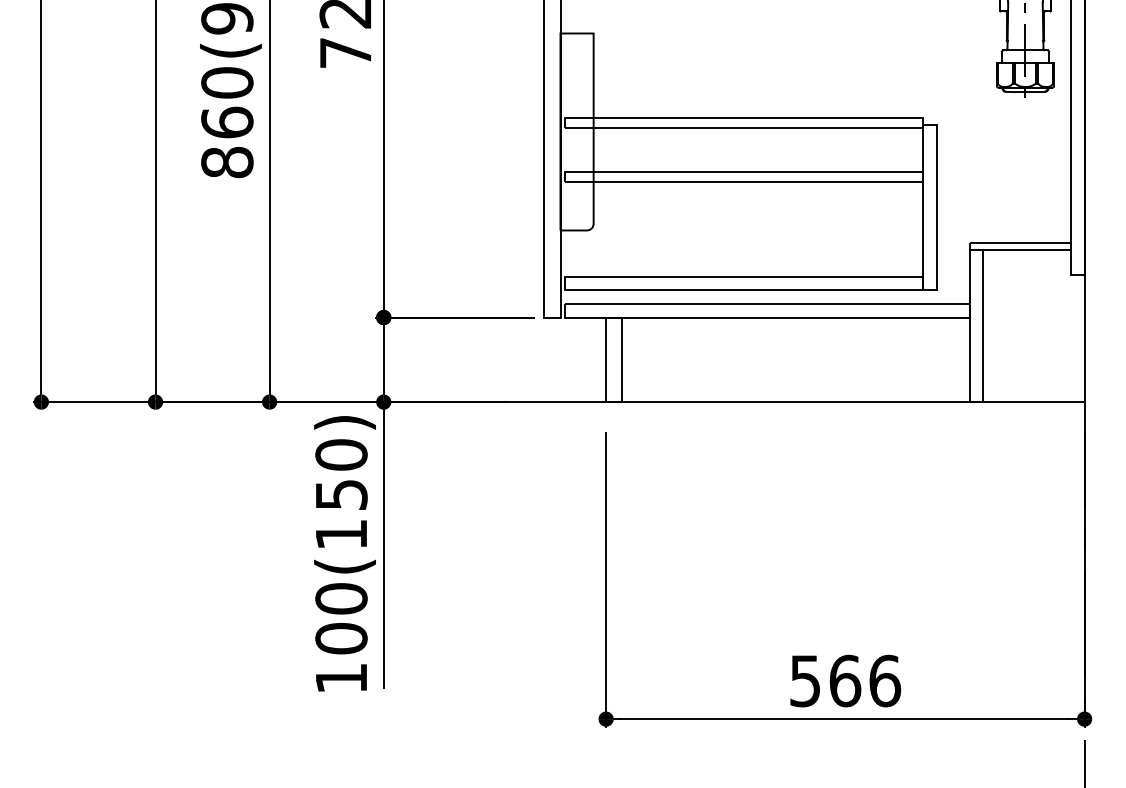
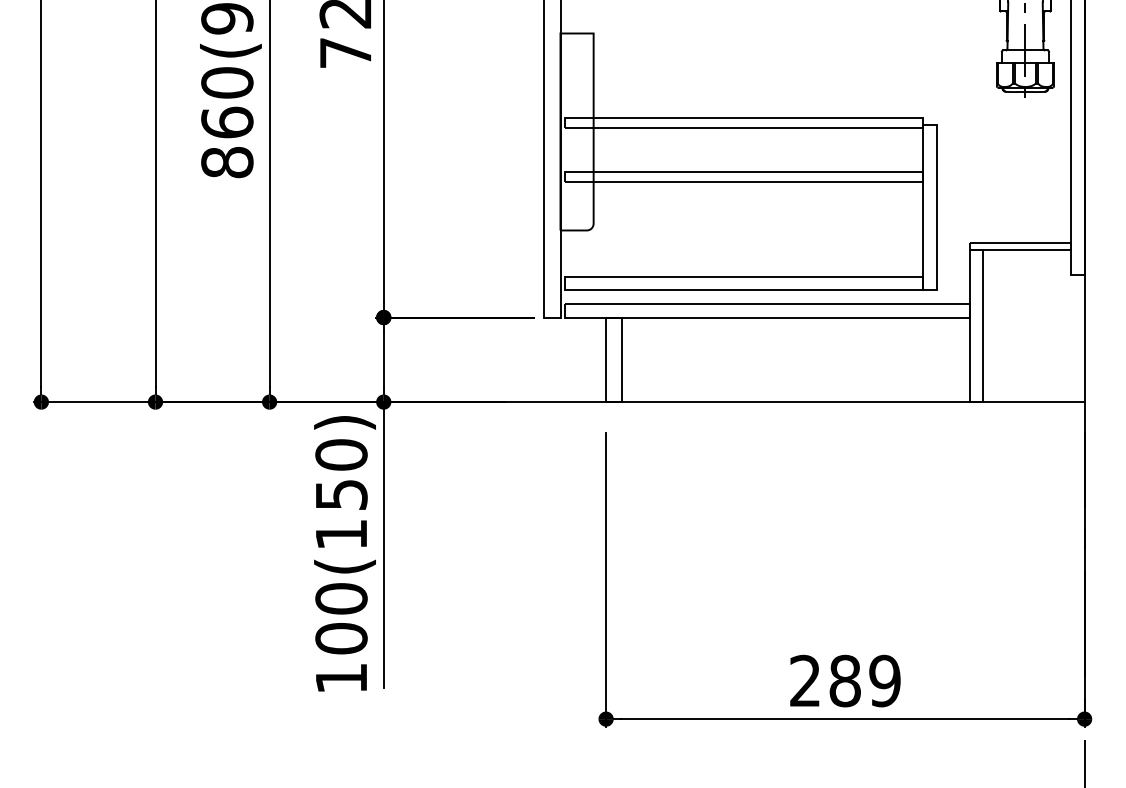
text at (845, 680): 566 -> 289
